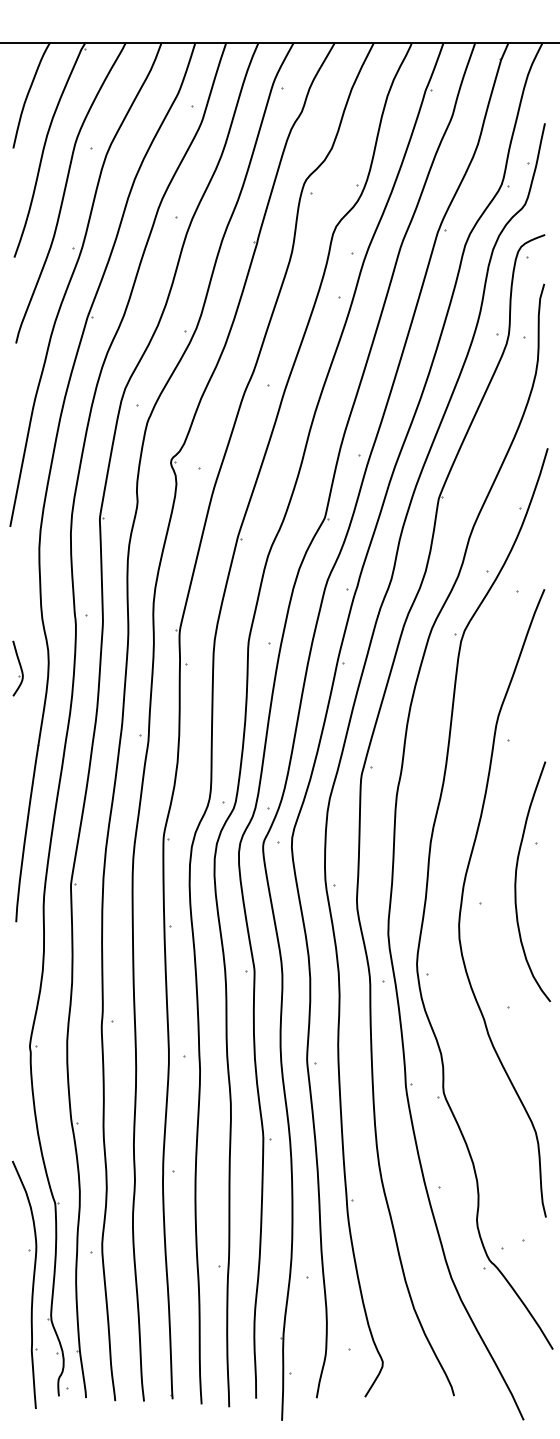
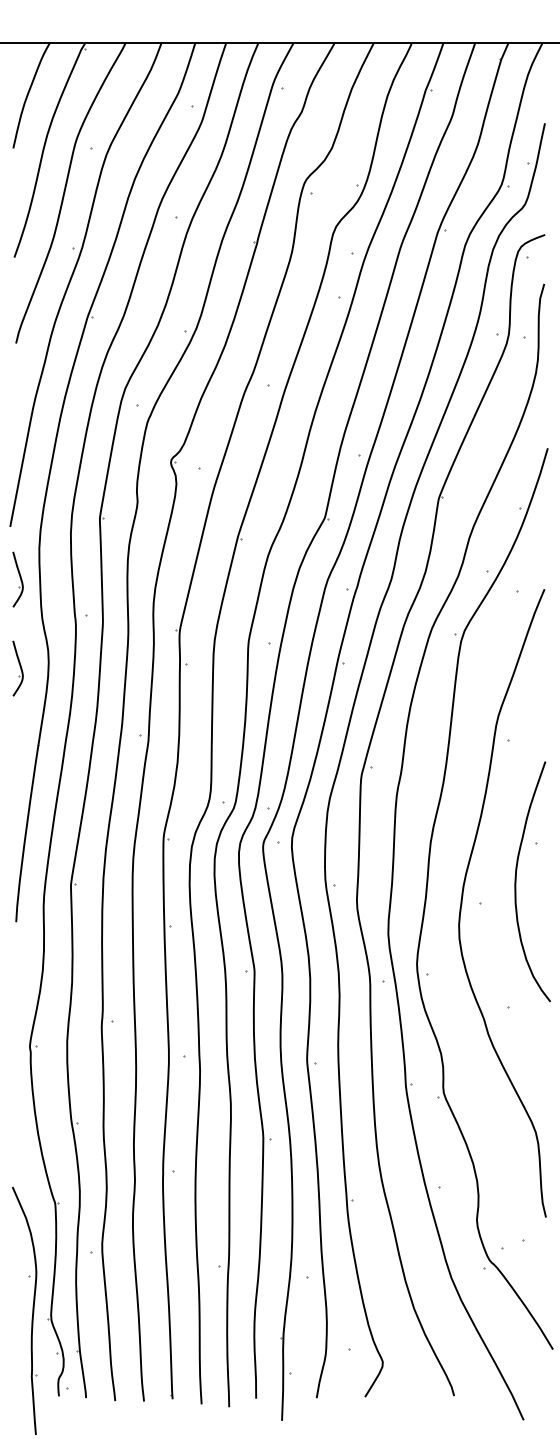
part at (17, 579): none -> present
part at (32, 1284) position: (32, 1284) -> (32, 1310)
